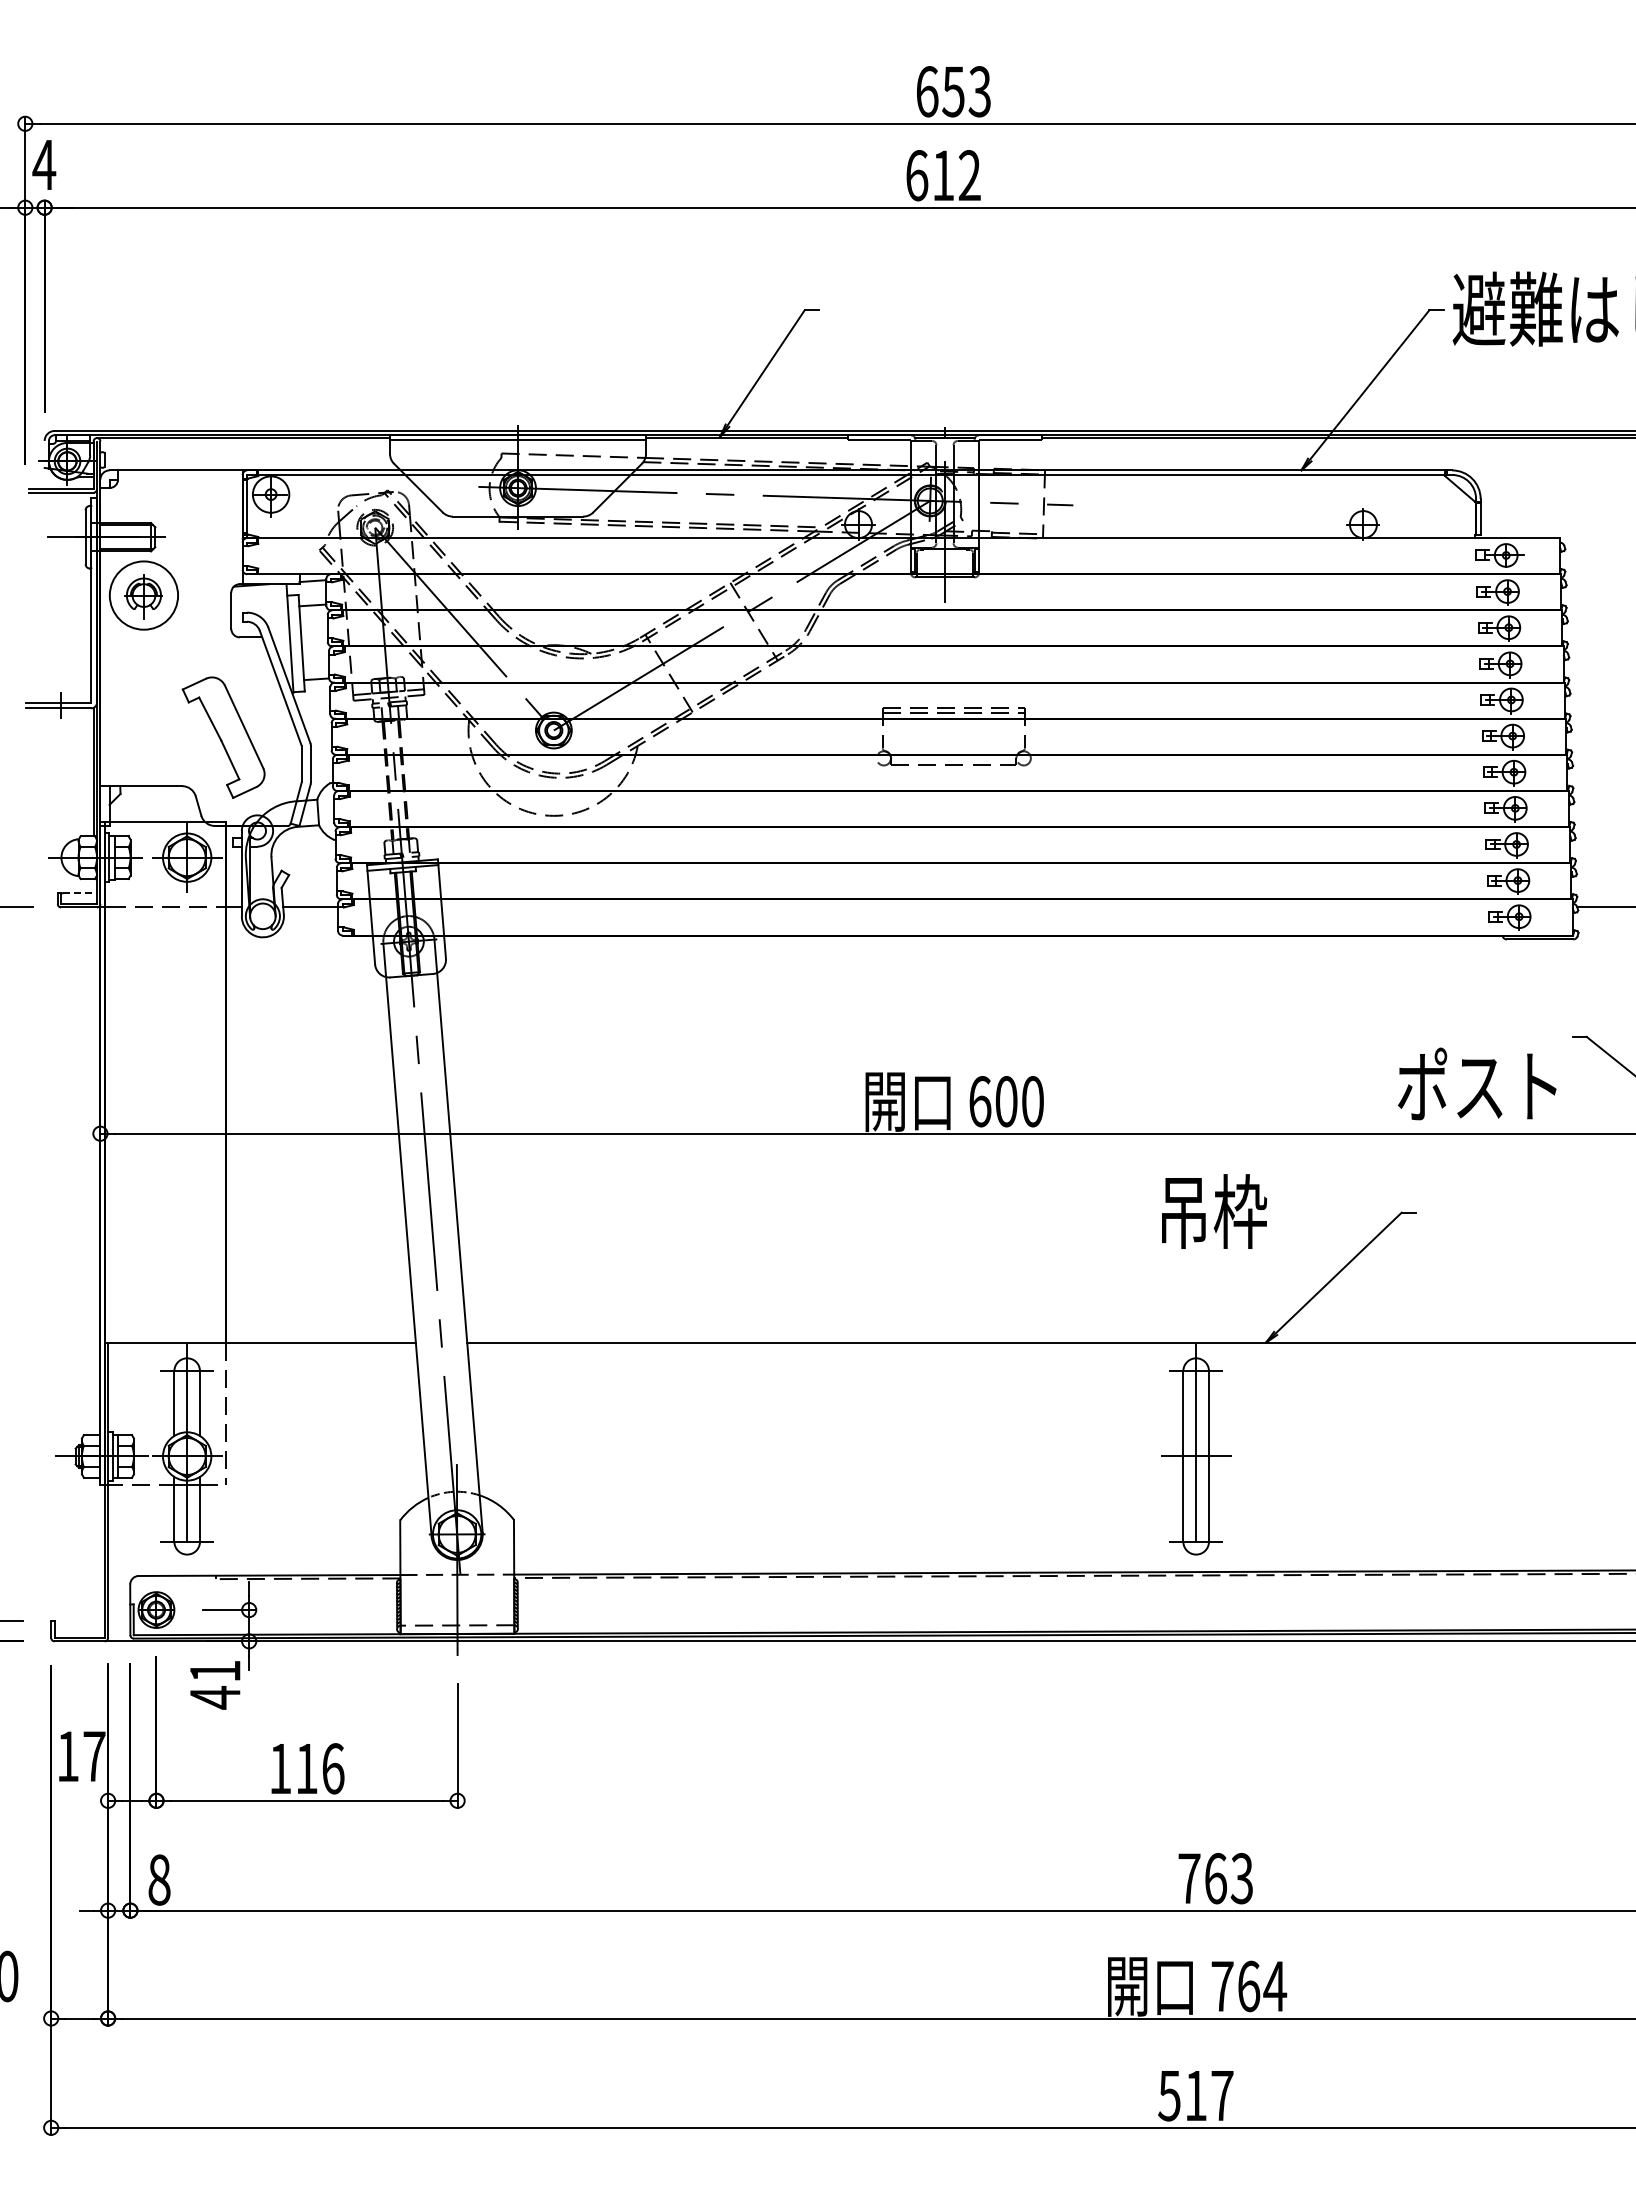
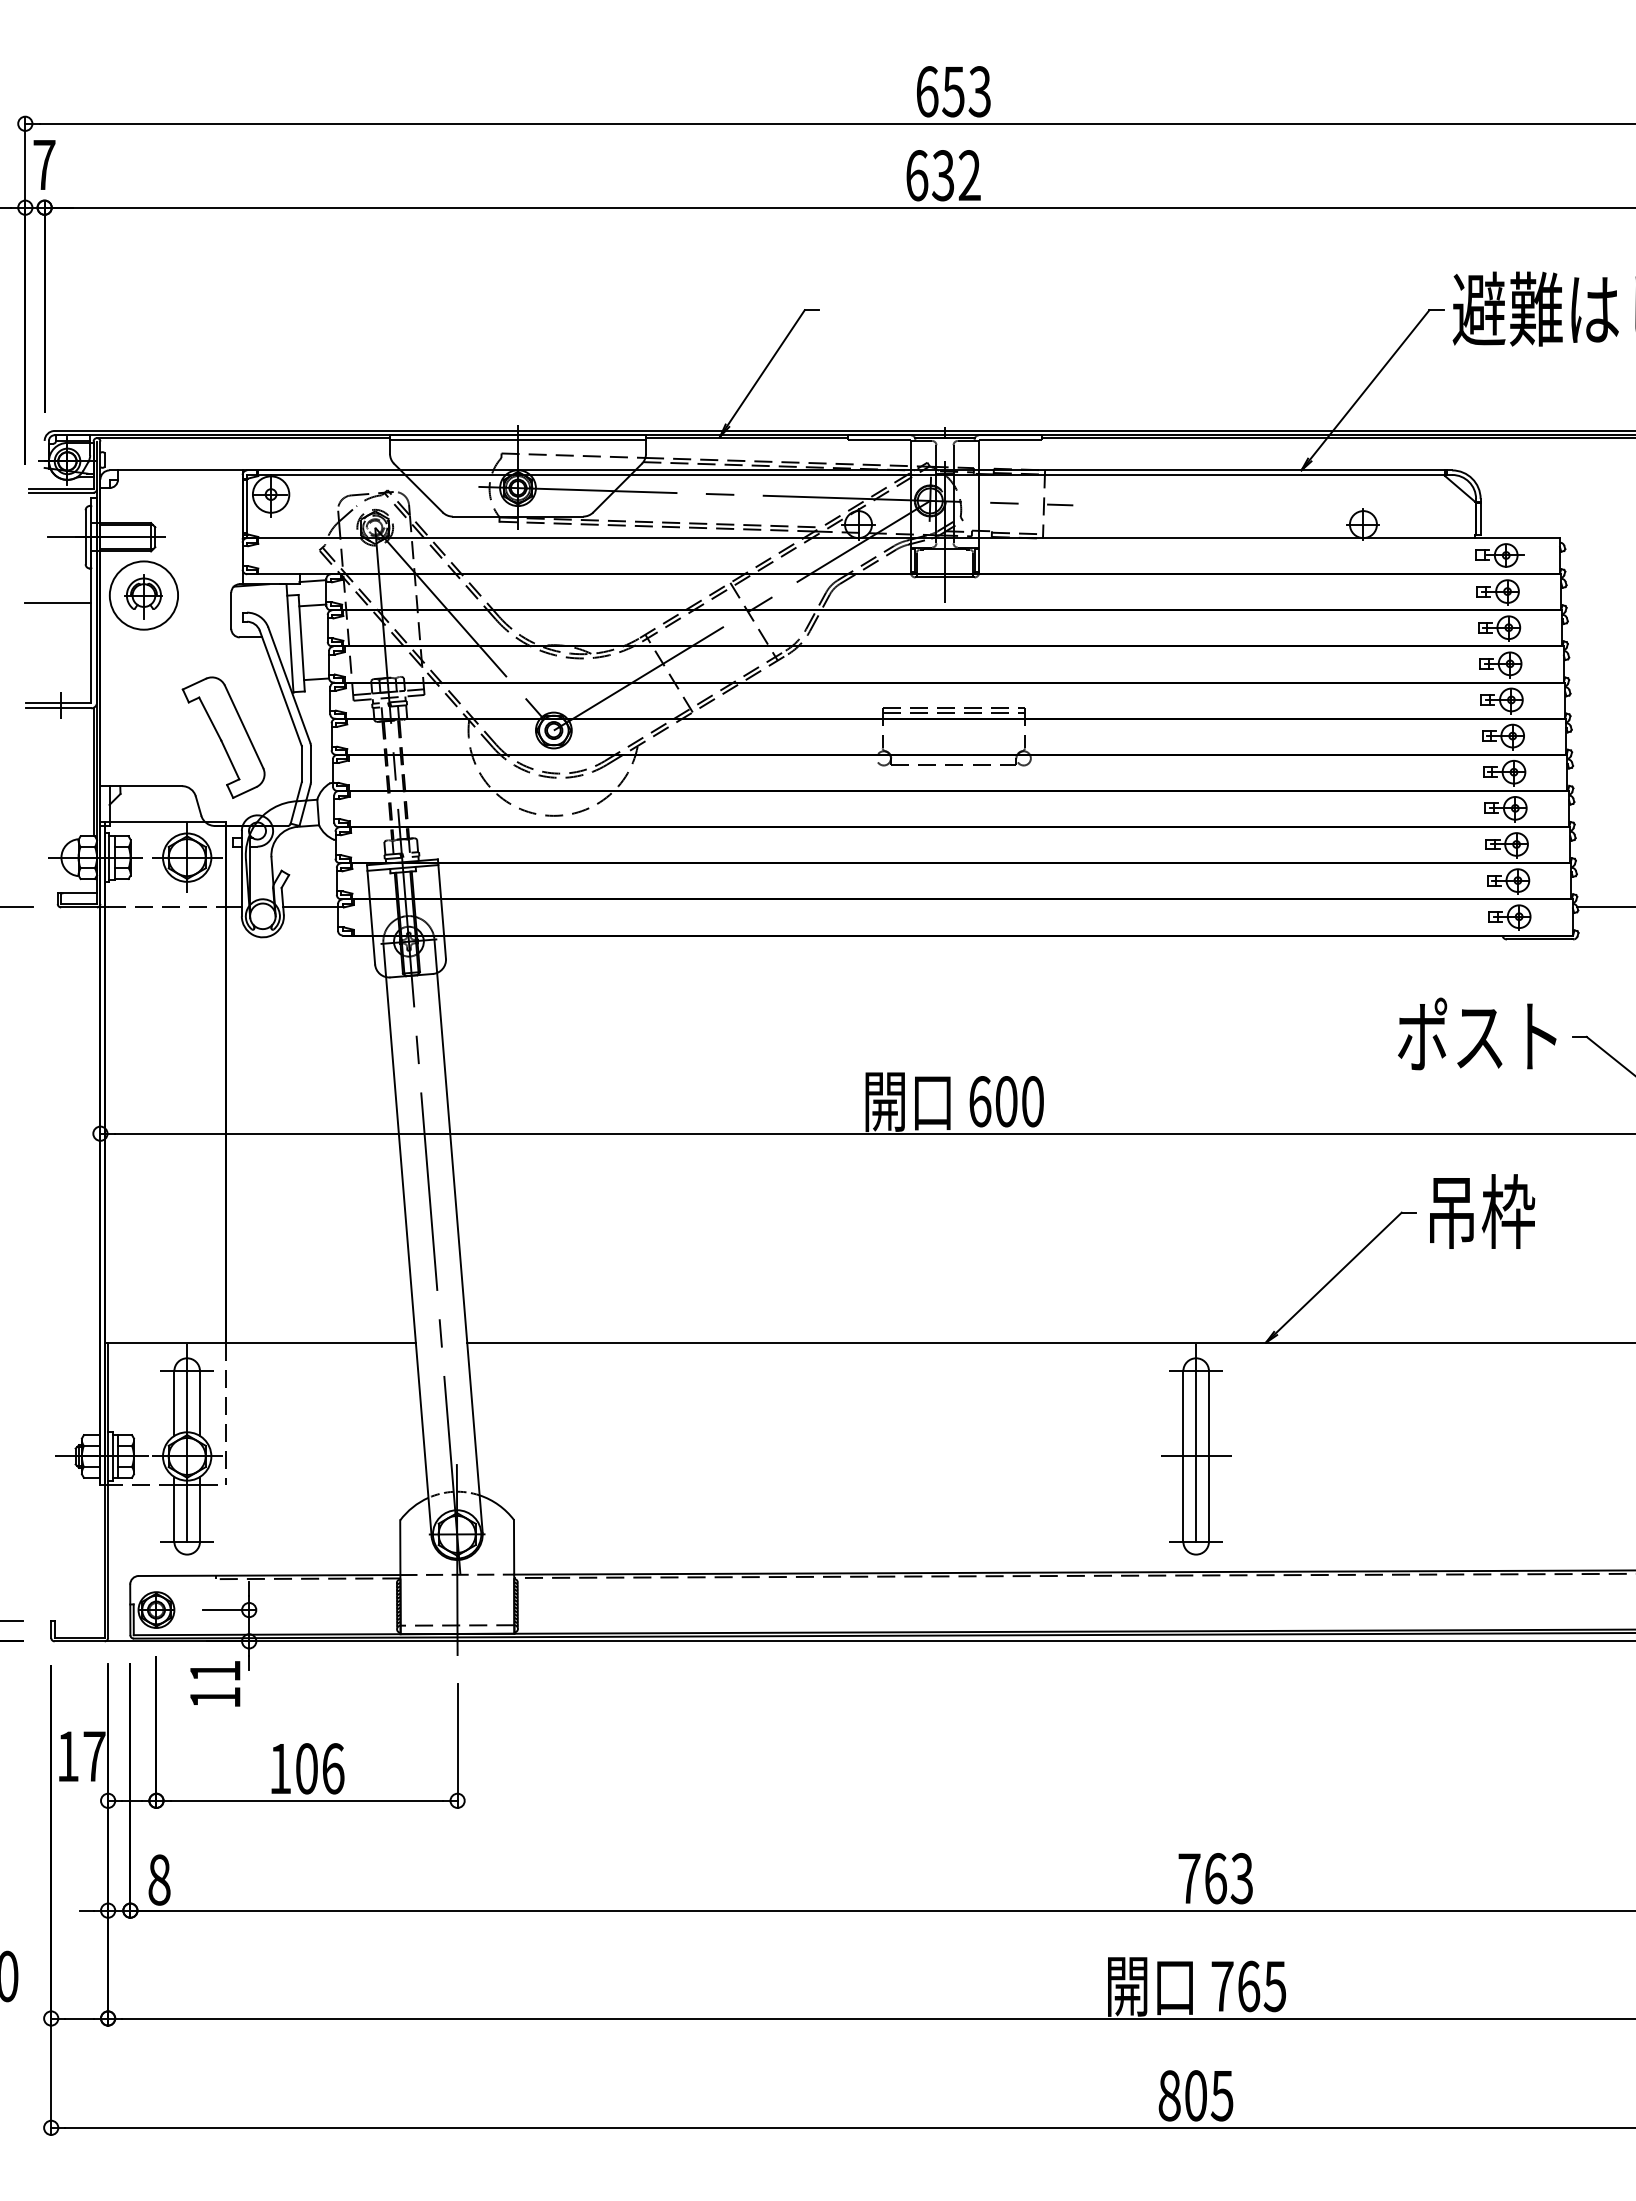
text at (44, 164): 4 -> 7
text at (943, 175): 612 -> 632
line at (58, 603): none -> present
line at (80, 893): dashed -> solid
text at (1477, 1083) position: (1477, 1083) -> (1477, 1033)
text at (1214, 1211) position: (1214, 1211) -> (1482, 1211)
text at (215, 1697): 41 -> 11
text at (306, 1768): 116 -> 106
text at (1275, 1986): 764 -> 765
text at (1195, 2095): 517 -> 805
